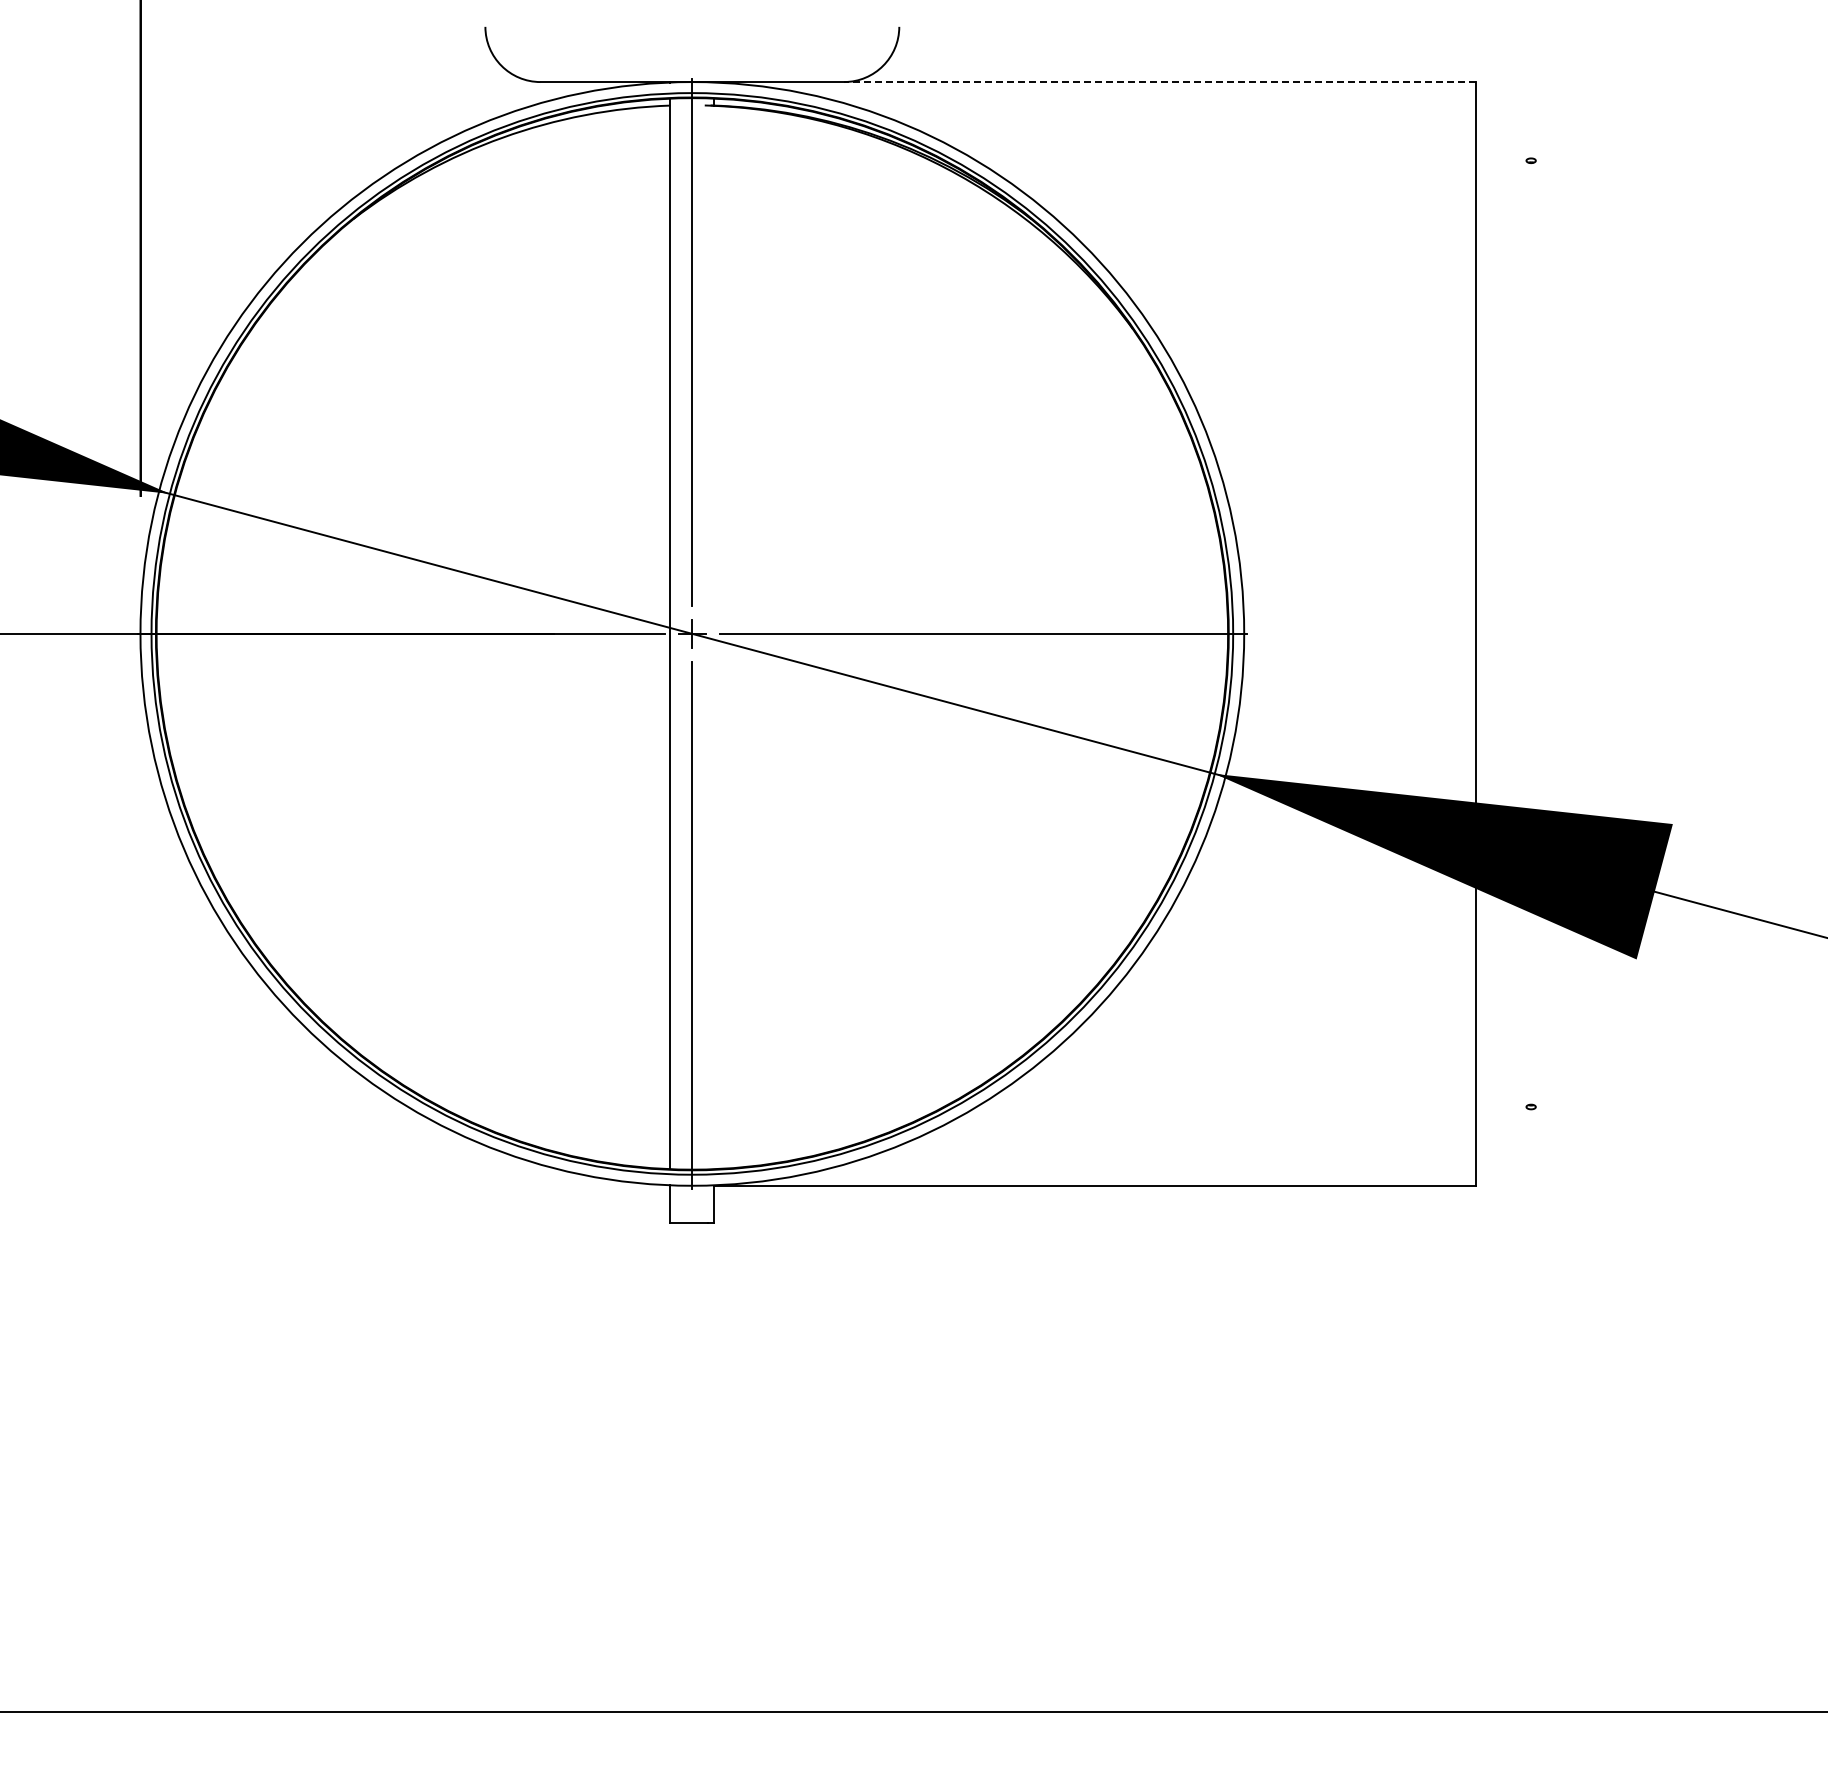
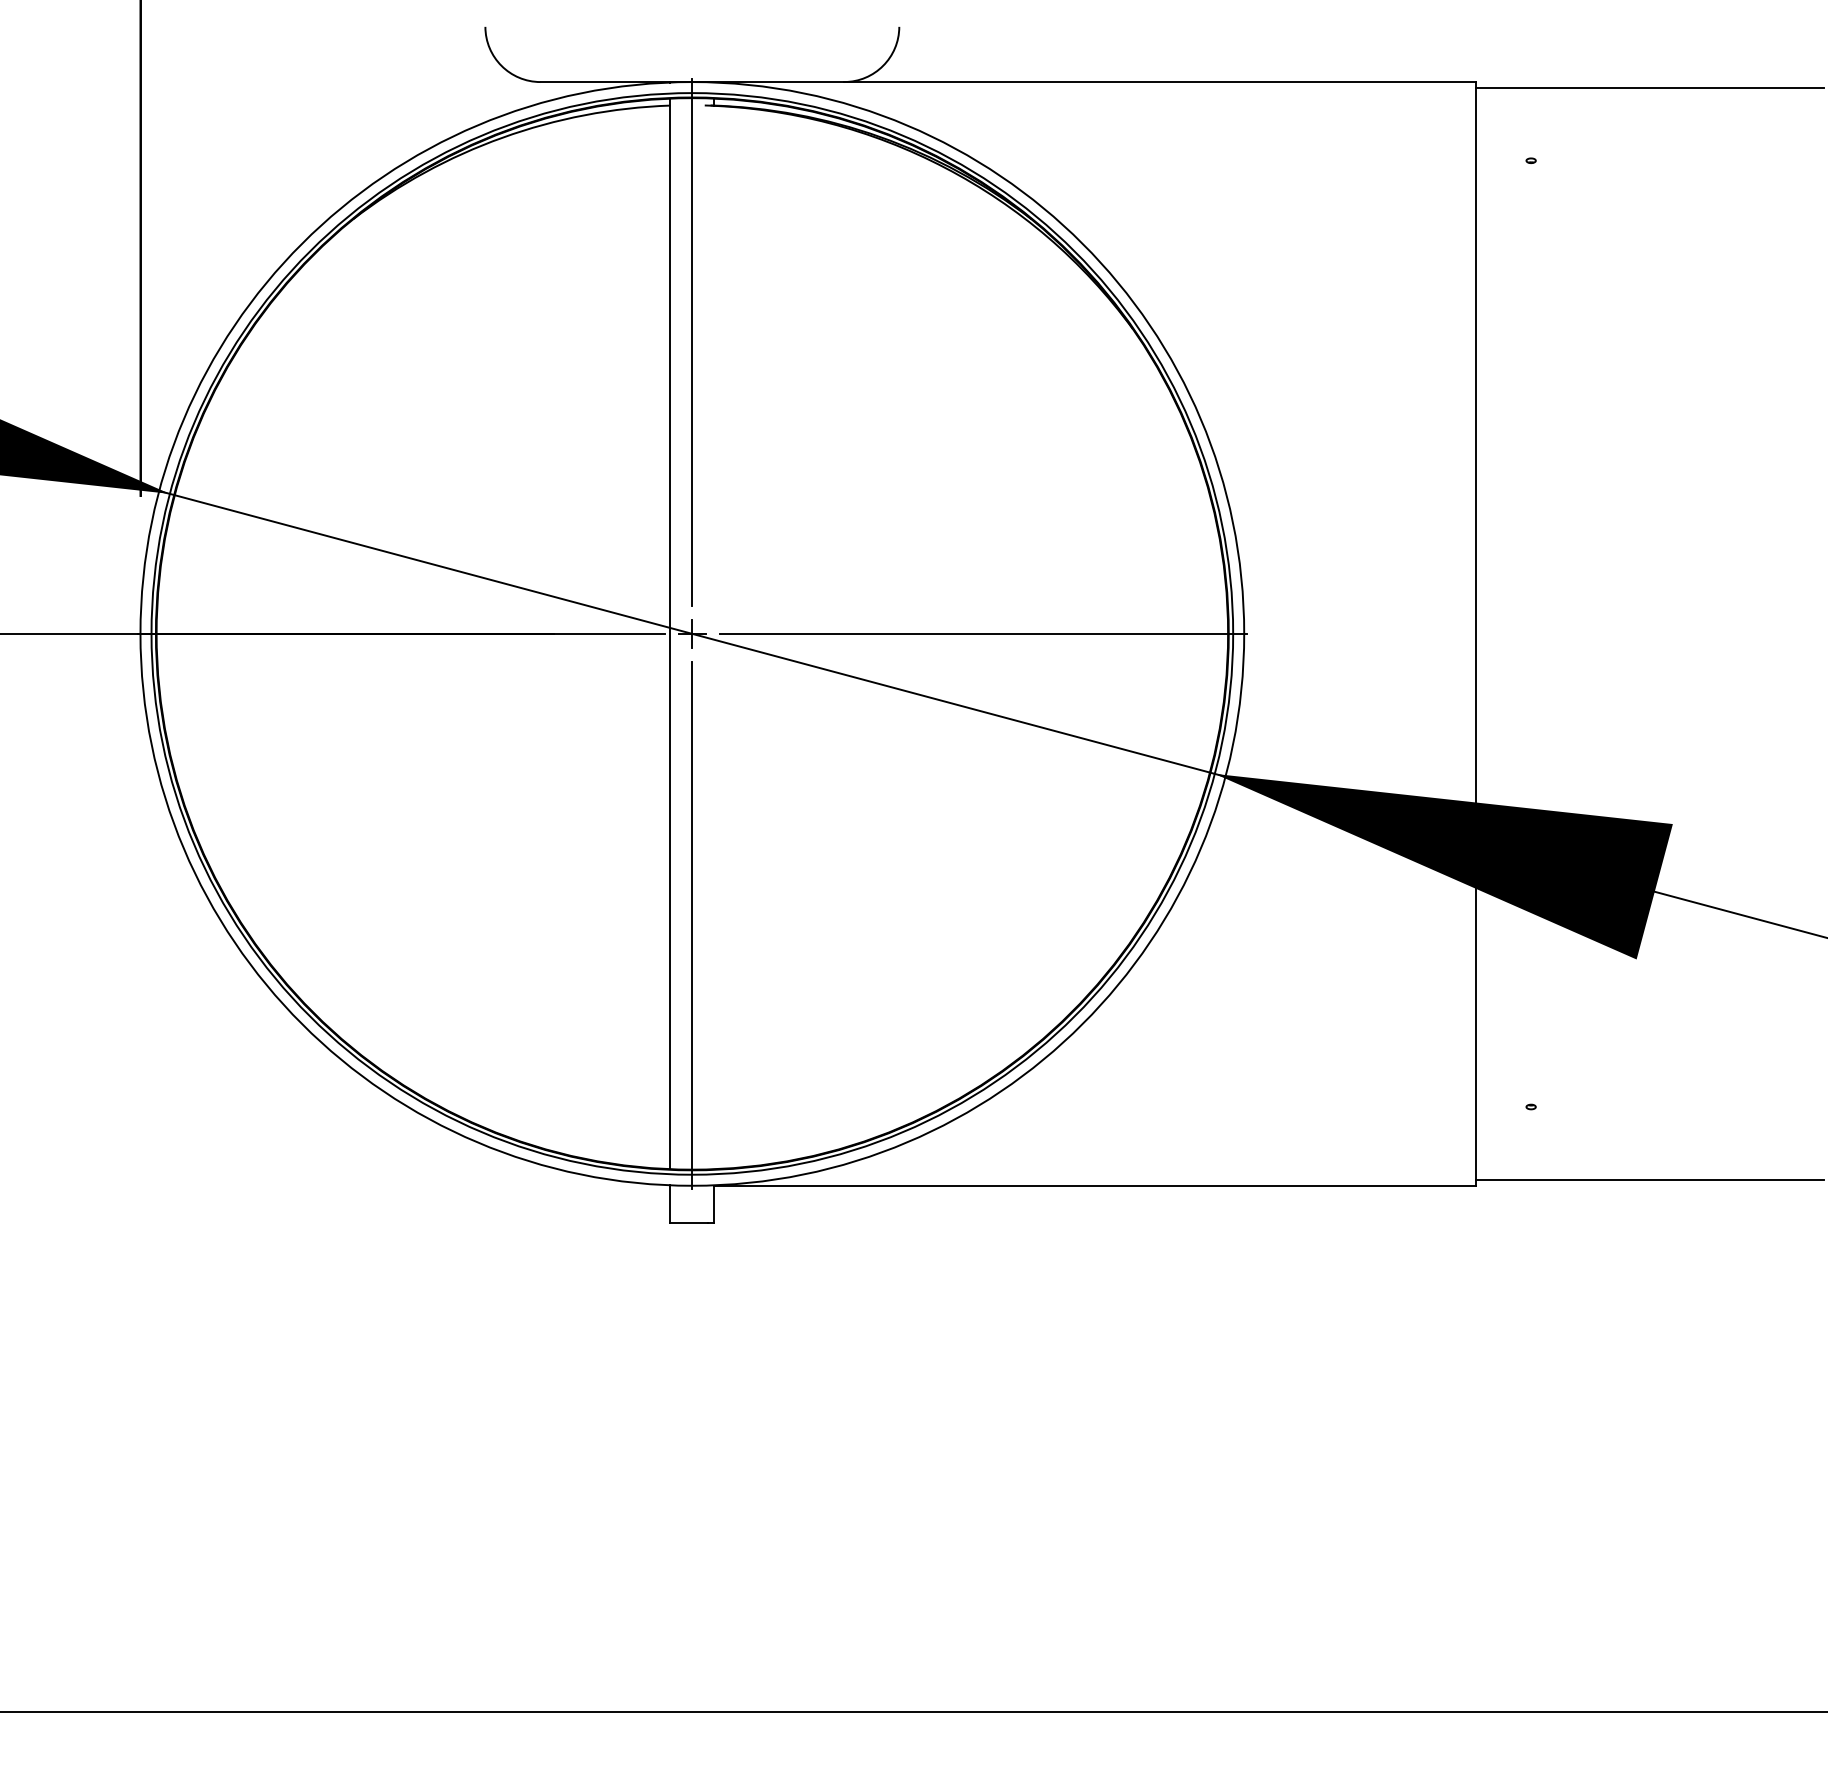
line at (1160, 82): dashed -> solid
line at (1649, 87): none -> present
line at (1649, 1180): none -> present
